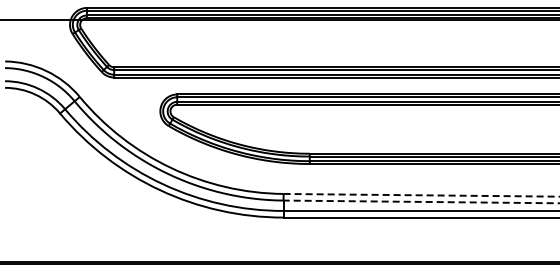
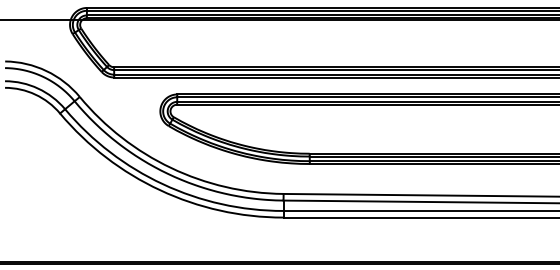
line at (421, 195): dashed -> solid
line at (421, 201): dashed -> solid
